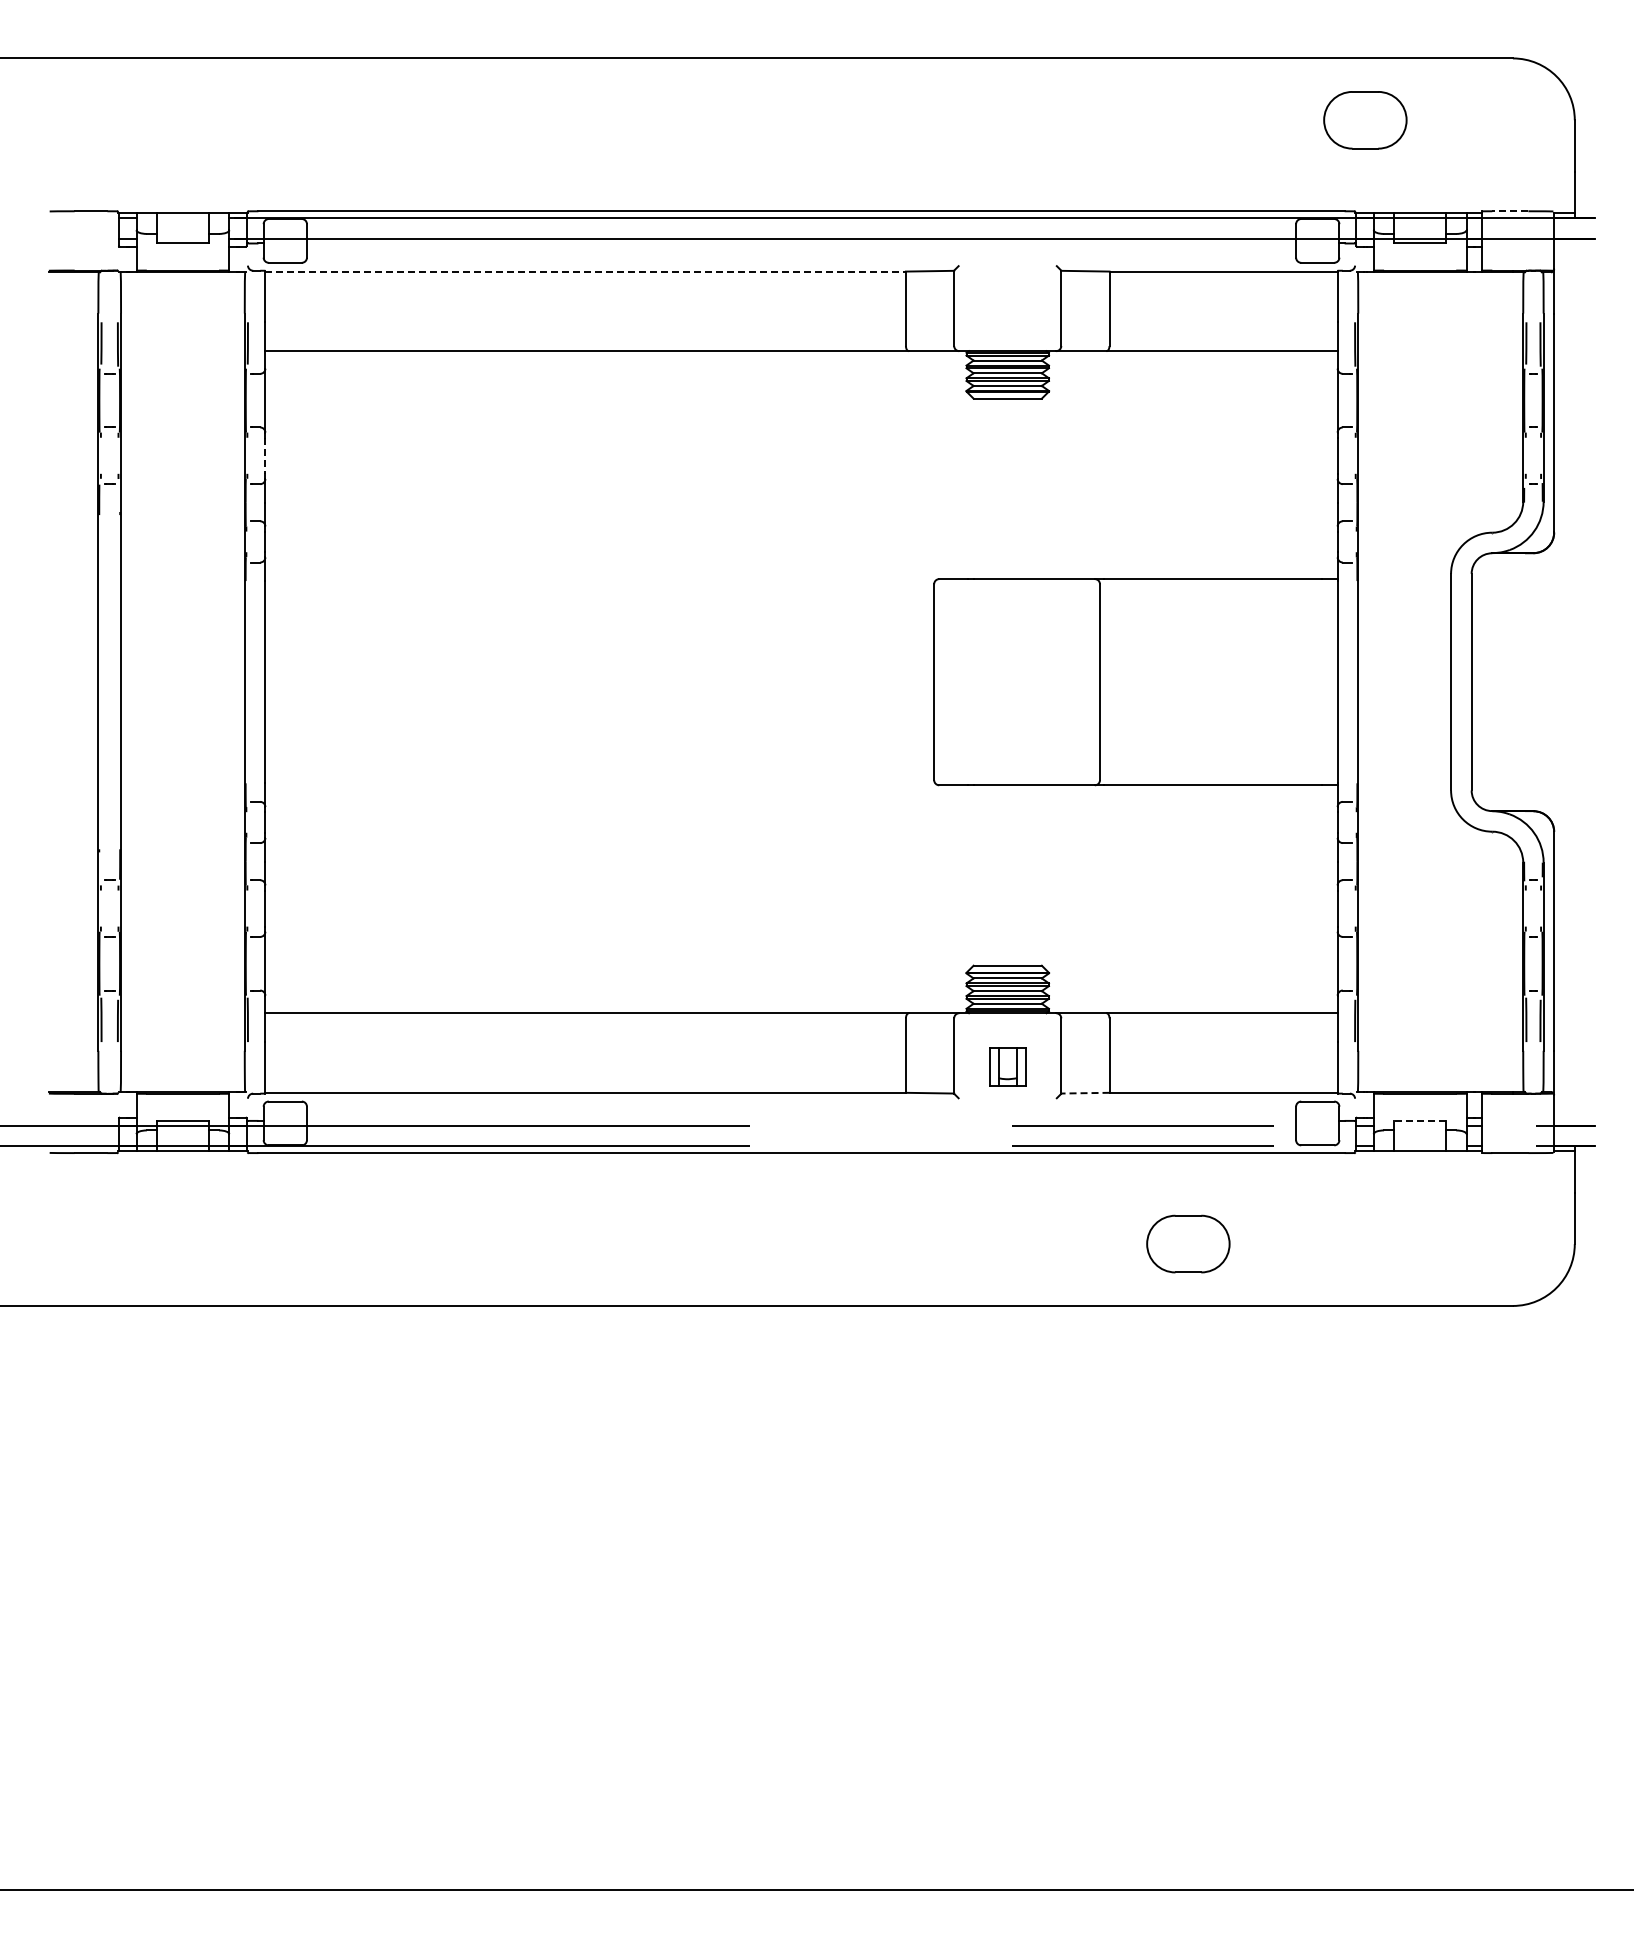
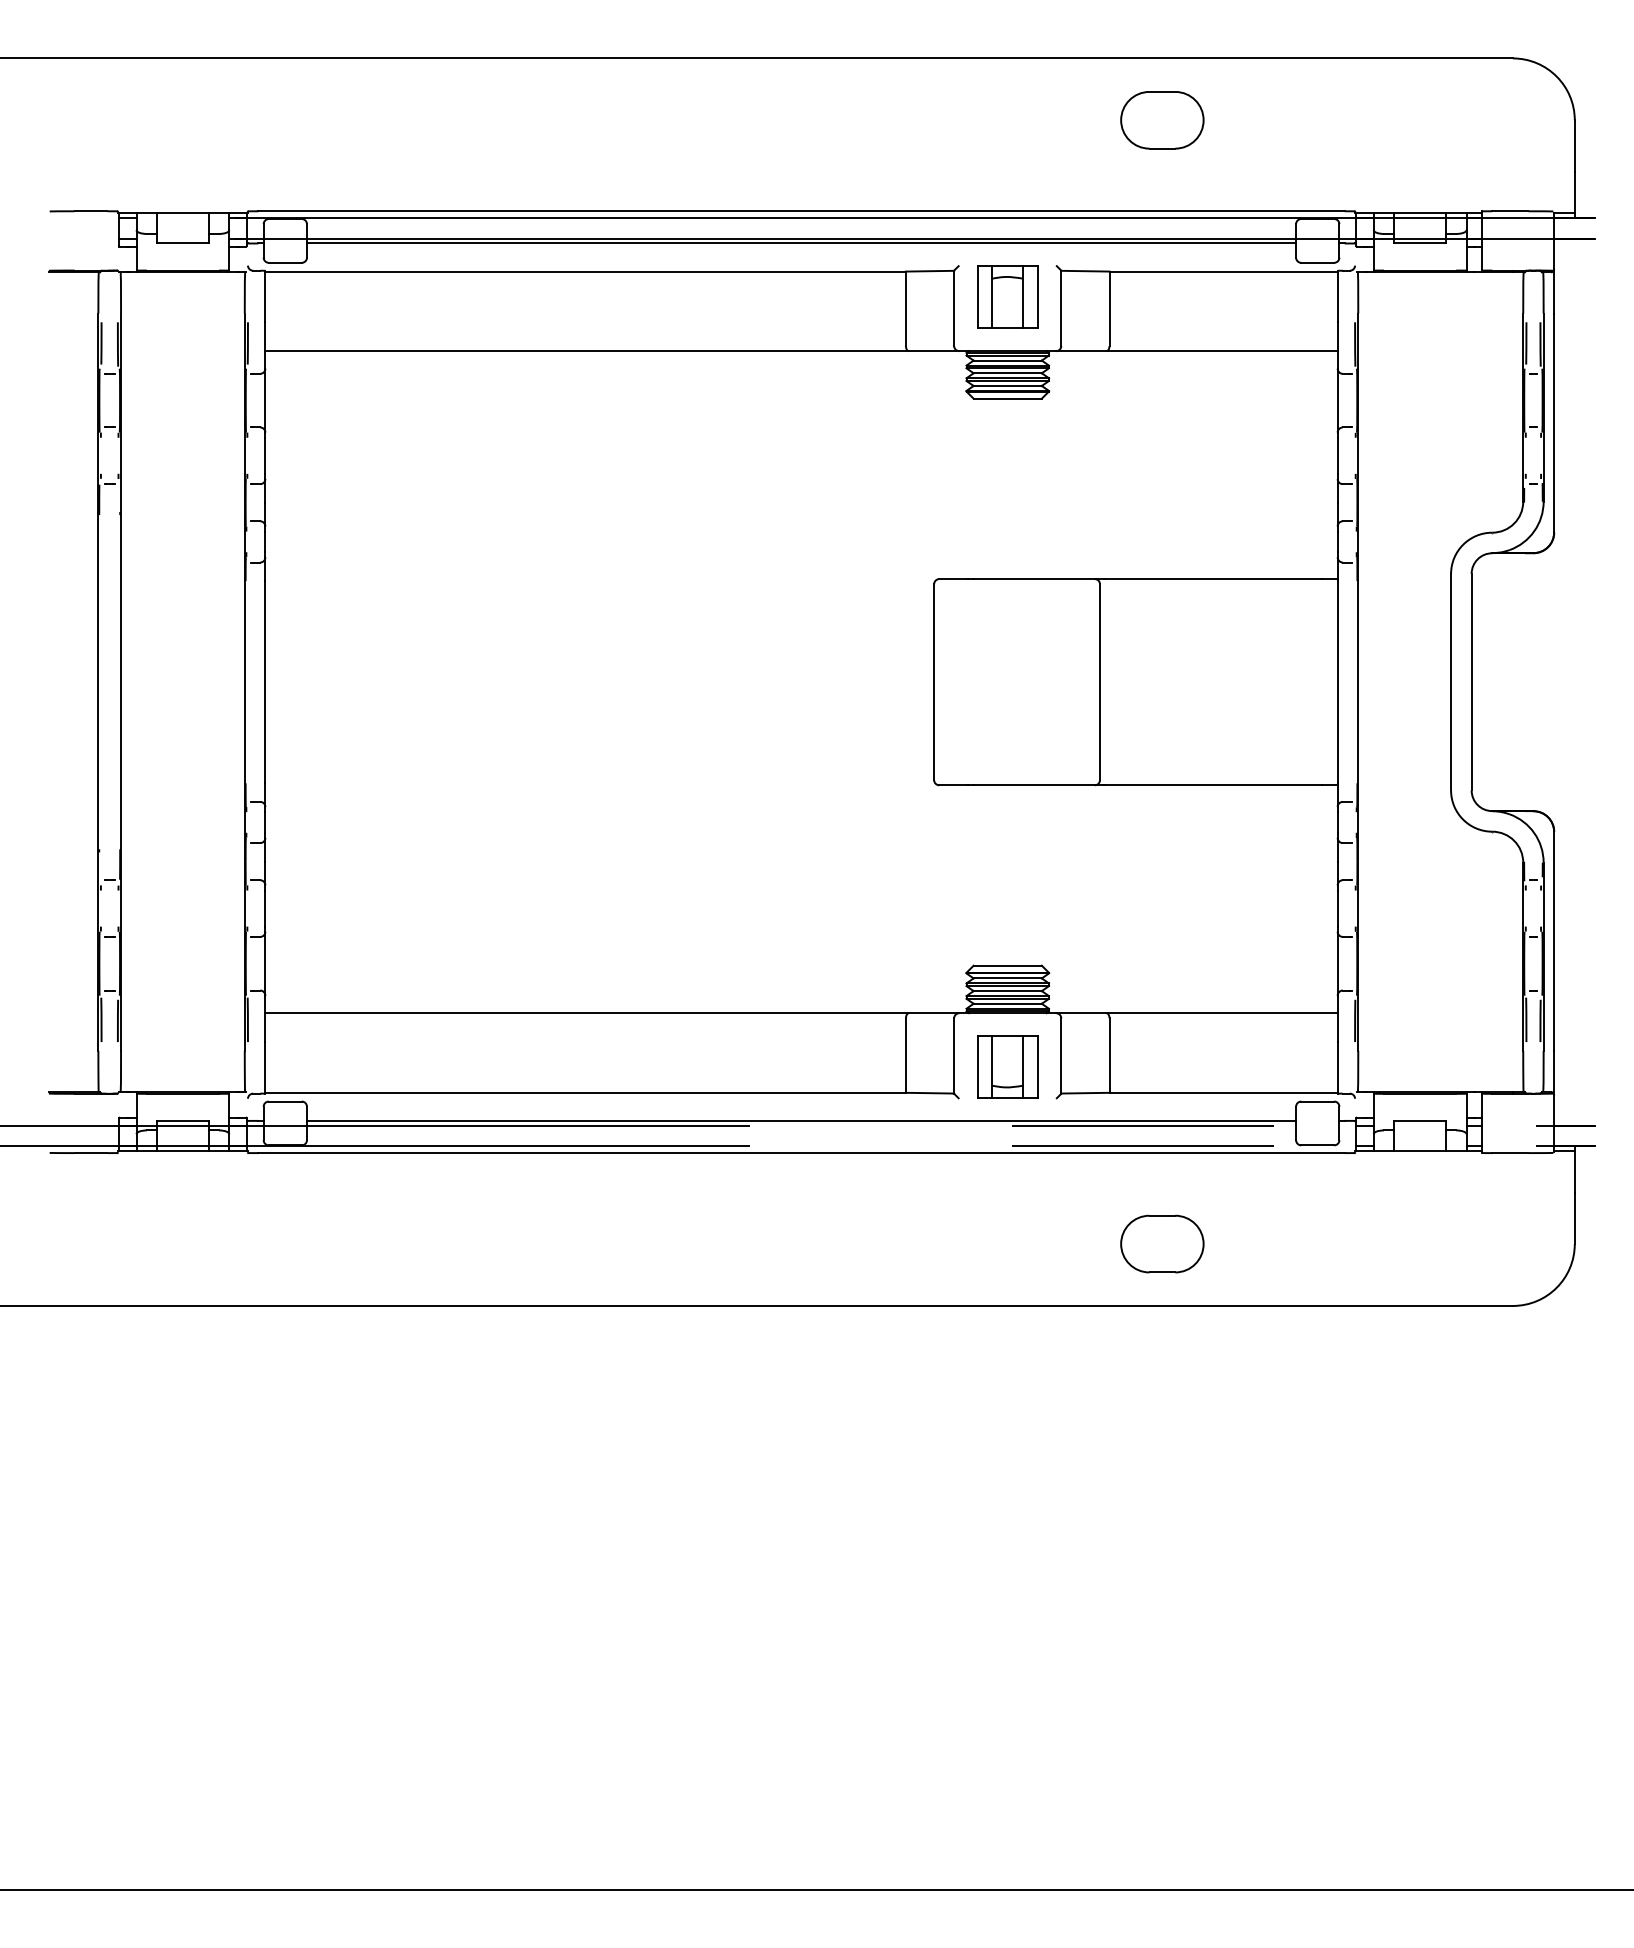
part at (1365, 120) position: (1365, 120) -> (1162, 120)
line at (1509, 211): dashed -> solid
line at (801, 243): none -> present
line at (586, 271): dashed -> solid
part at (1007, 296): none -> present
line at (265, 456): dashed -> solid
part at (1007, 1066) size: 38x40 px -> 62x64 px
line at (1084, 1093): dashed -> solid
line at (801, 1120): none -> present
line at (1420, 1120): dashed -> solid
part at (1188, 1243) position: (1188, 1243) -> (1162, 1243)
